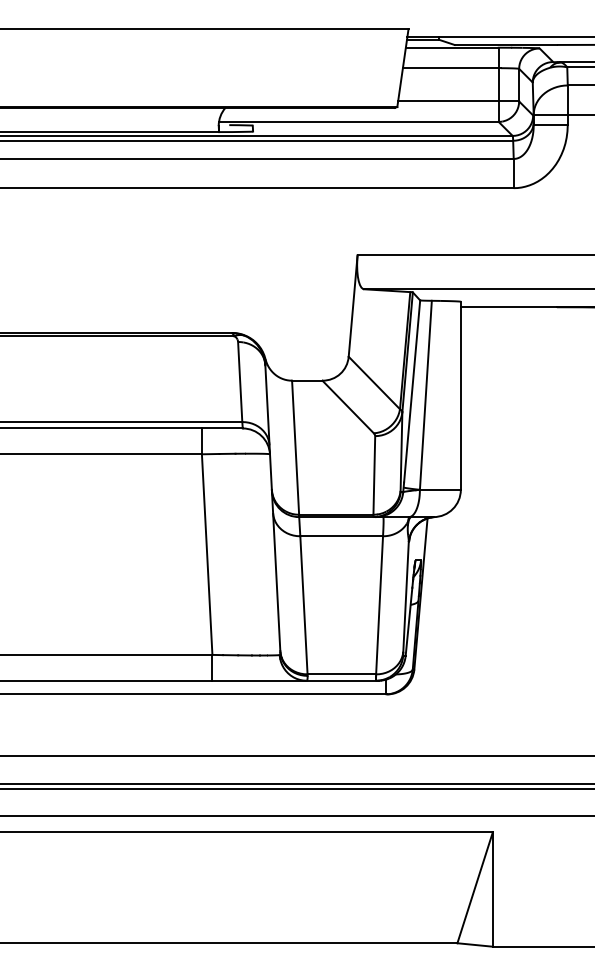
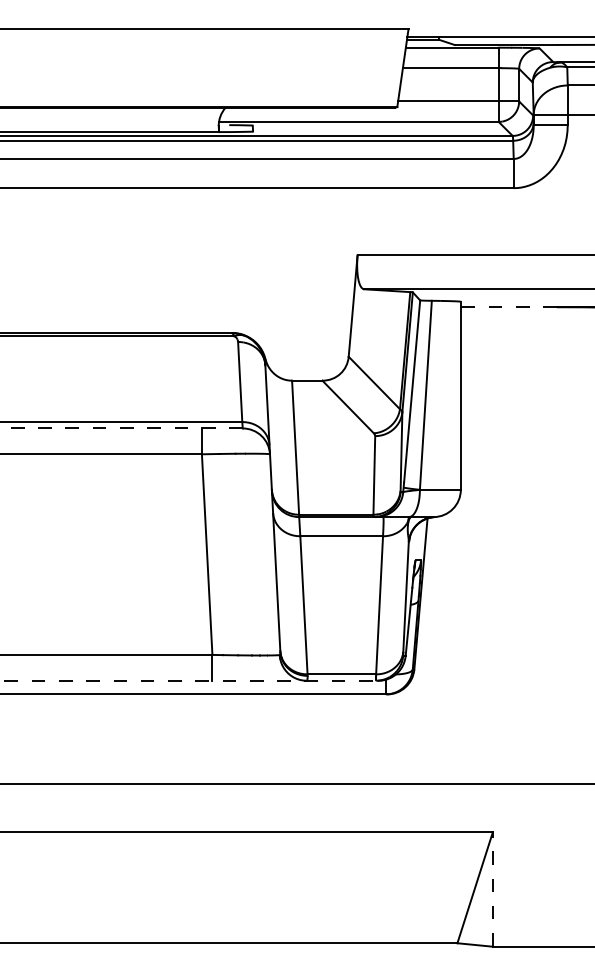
line at (508, 307): solid -> dashed
line at (120, 428): solid -> dashed
line at (189, 680): solid -> dashed
line at (296, 756): present -> none
line at (296, 788): present -> none
line at (296, 816): present -> none
line at (492, 889): solid -> dashed
